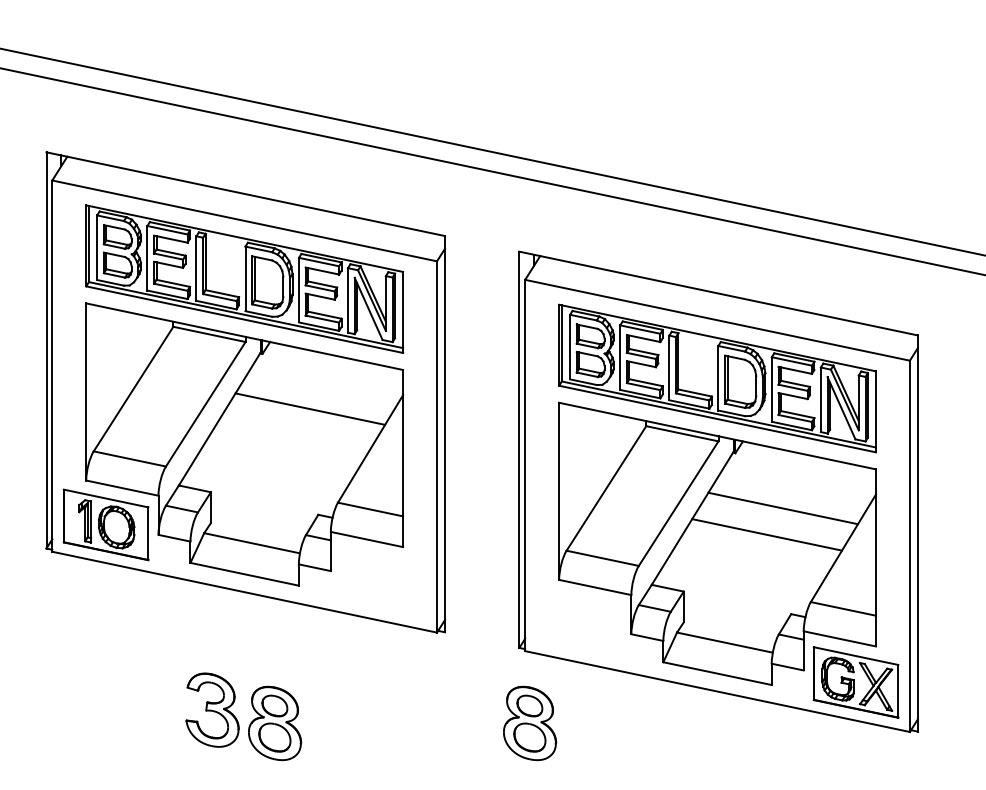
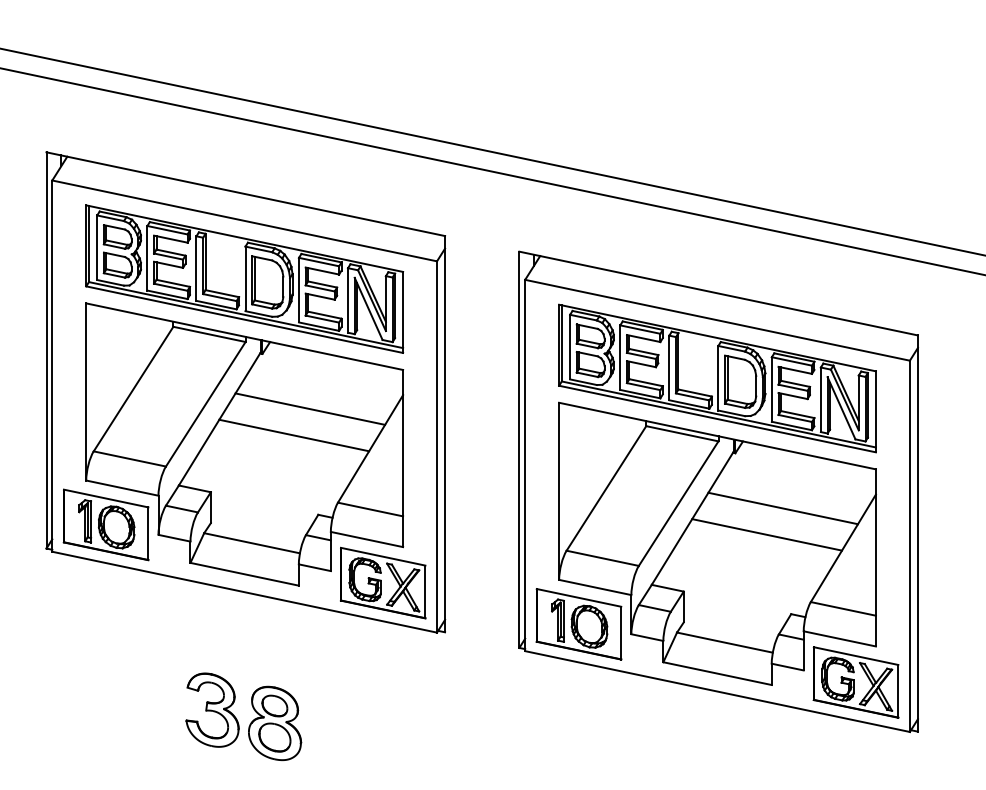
line at (294, 435): none -> present
part at (383, 582): none -> present
part at (578, 624): none -> present
part at (530, 723): present -> none
